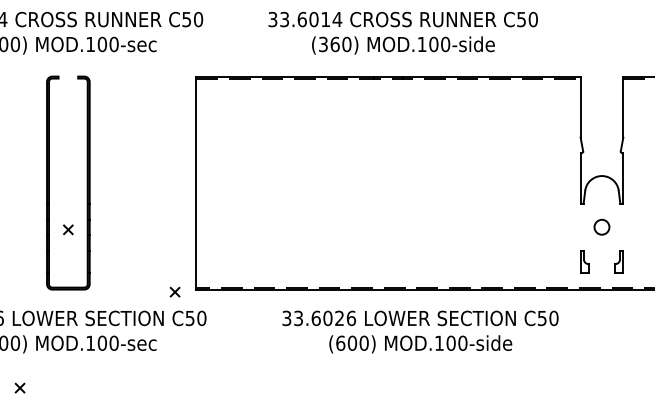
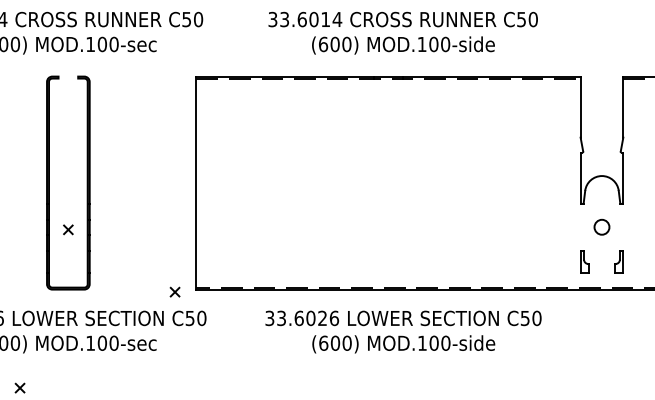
text at (329, 44): (360) -> (600)
text at (420, 331) position: (420, 331) -> (403, 331)
